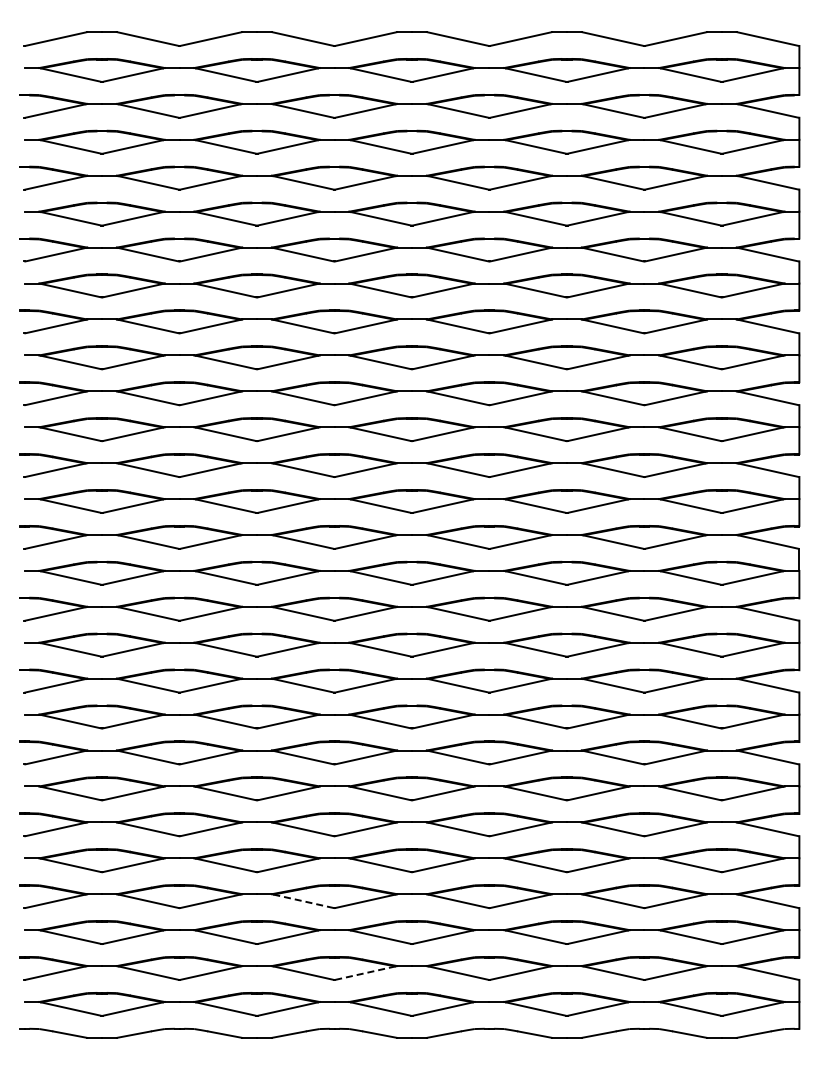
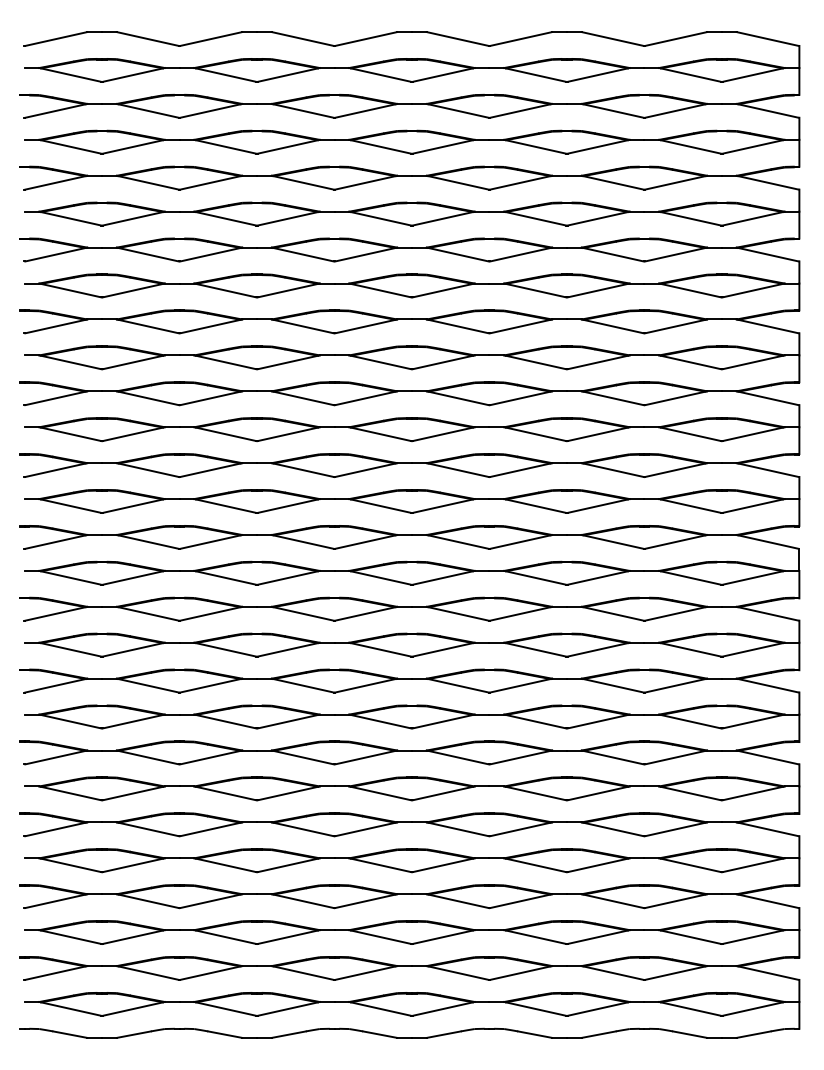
line at (302, 901): dashed -> solid
line at (366, 972): dashed -> solid
